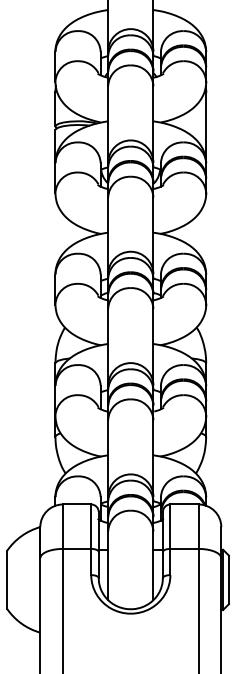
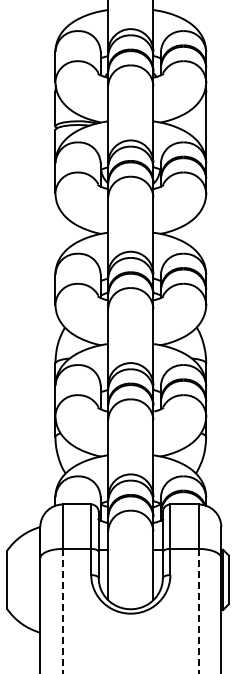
line at (62, 611): solid -> dashed
line at (198, 611): solid -> dashed
